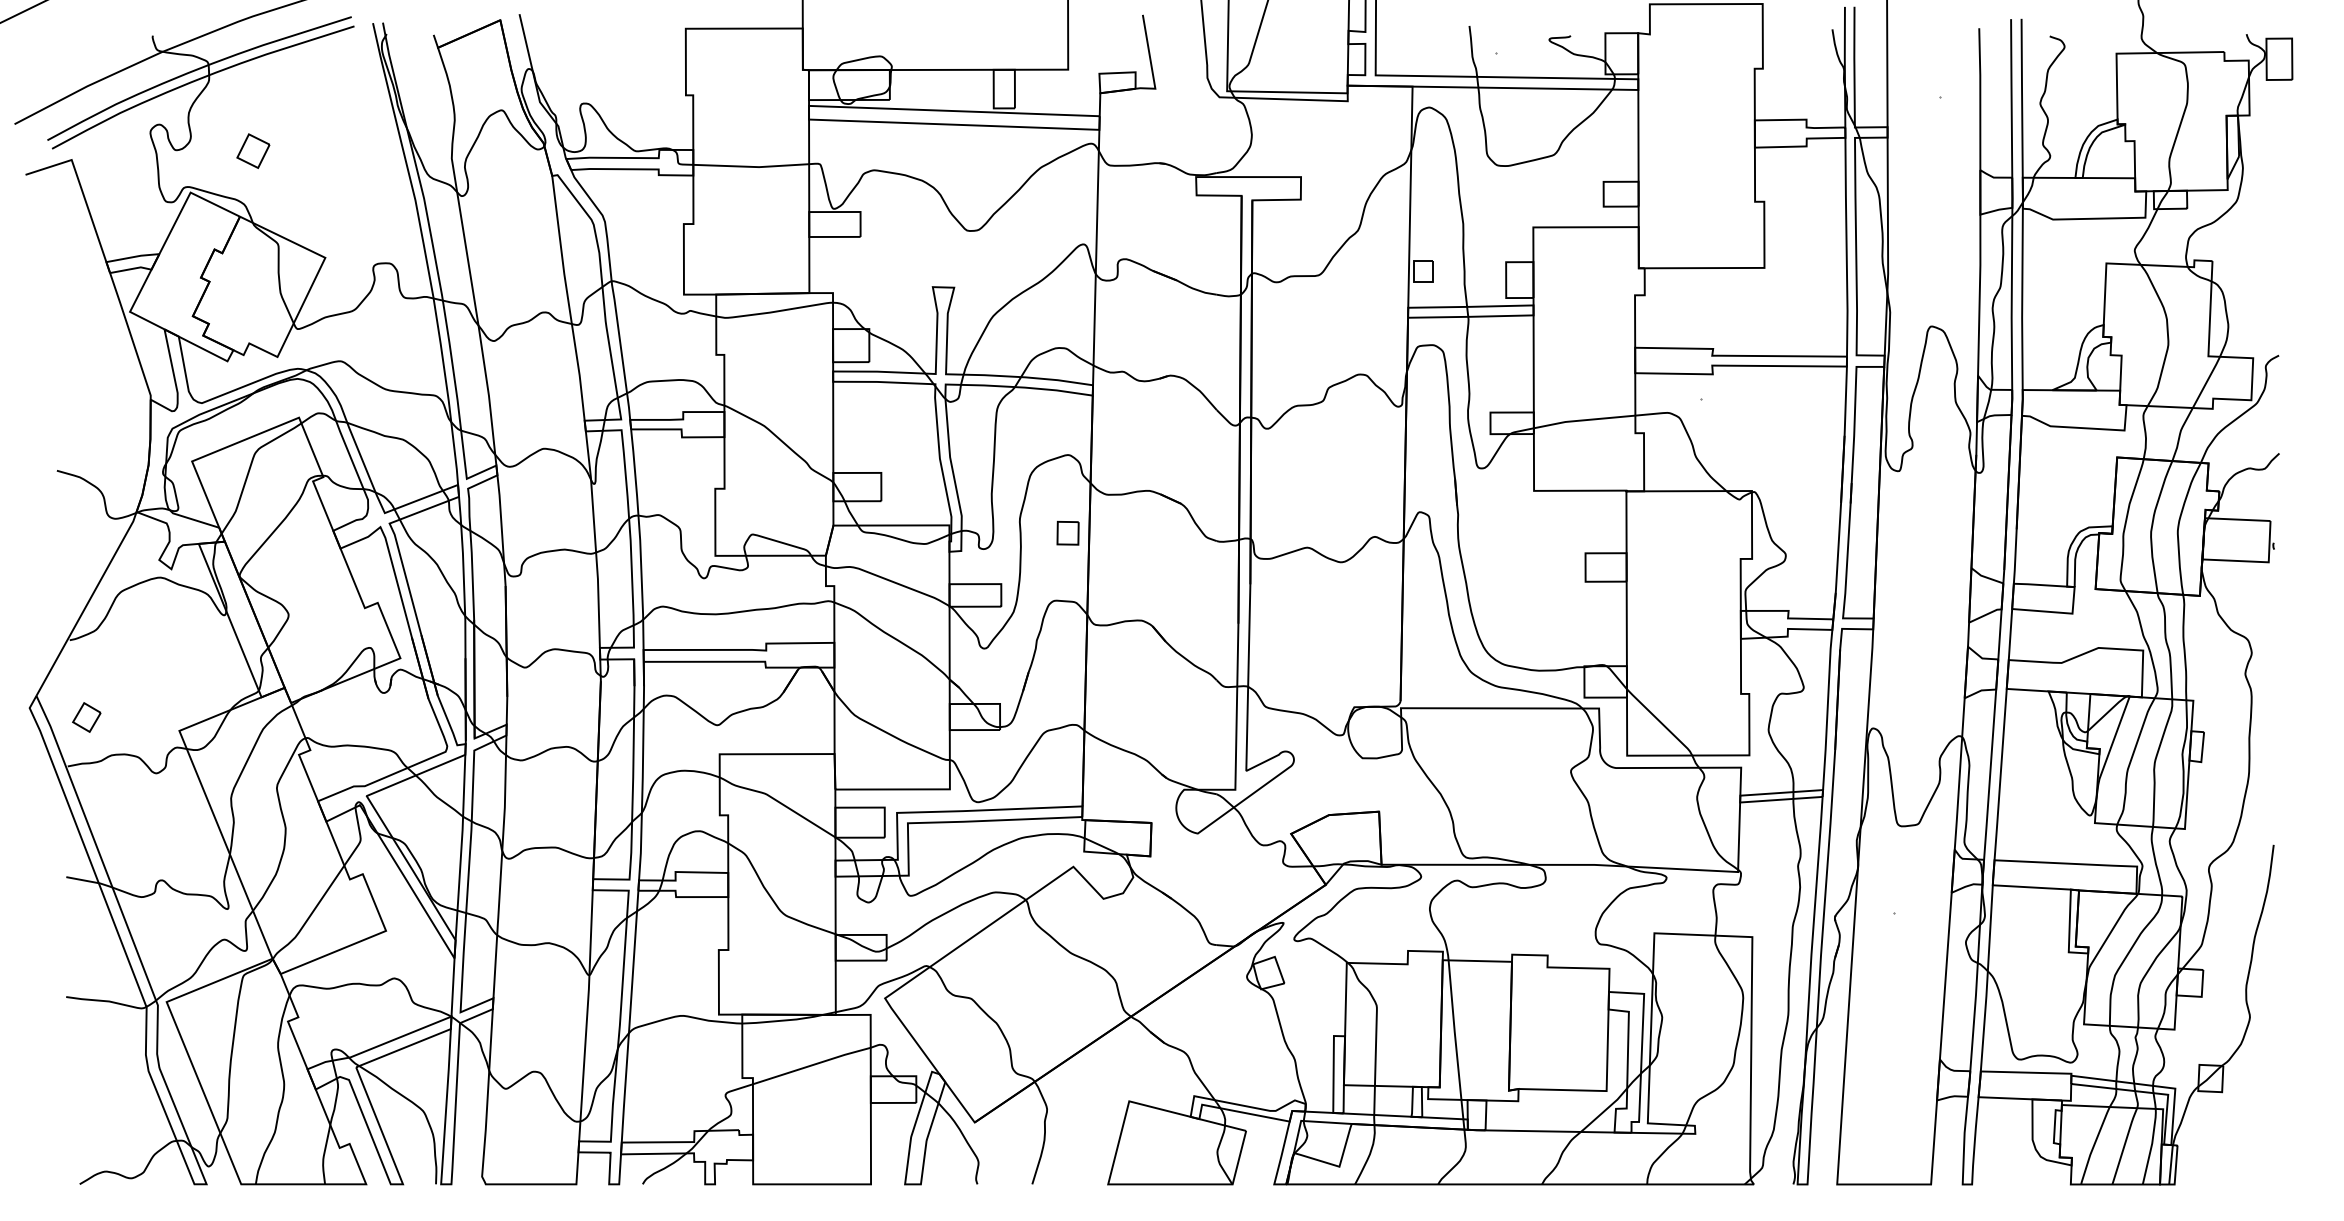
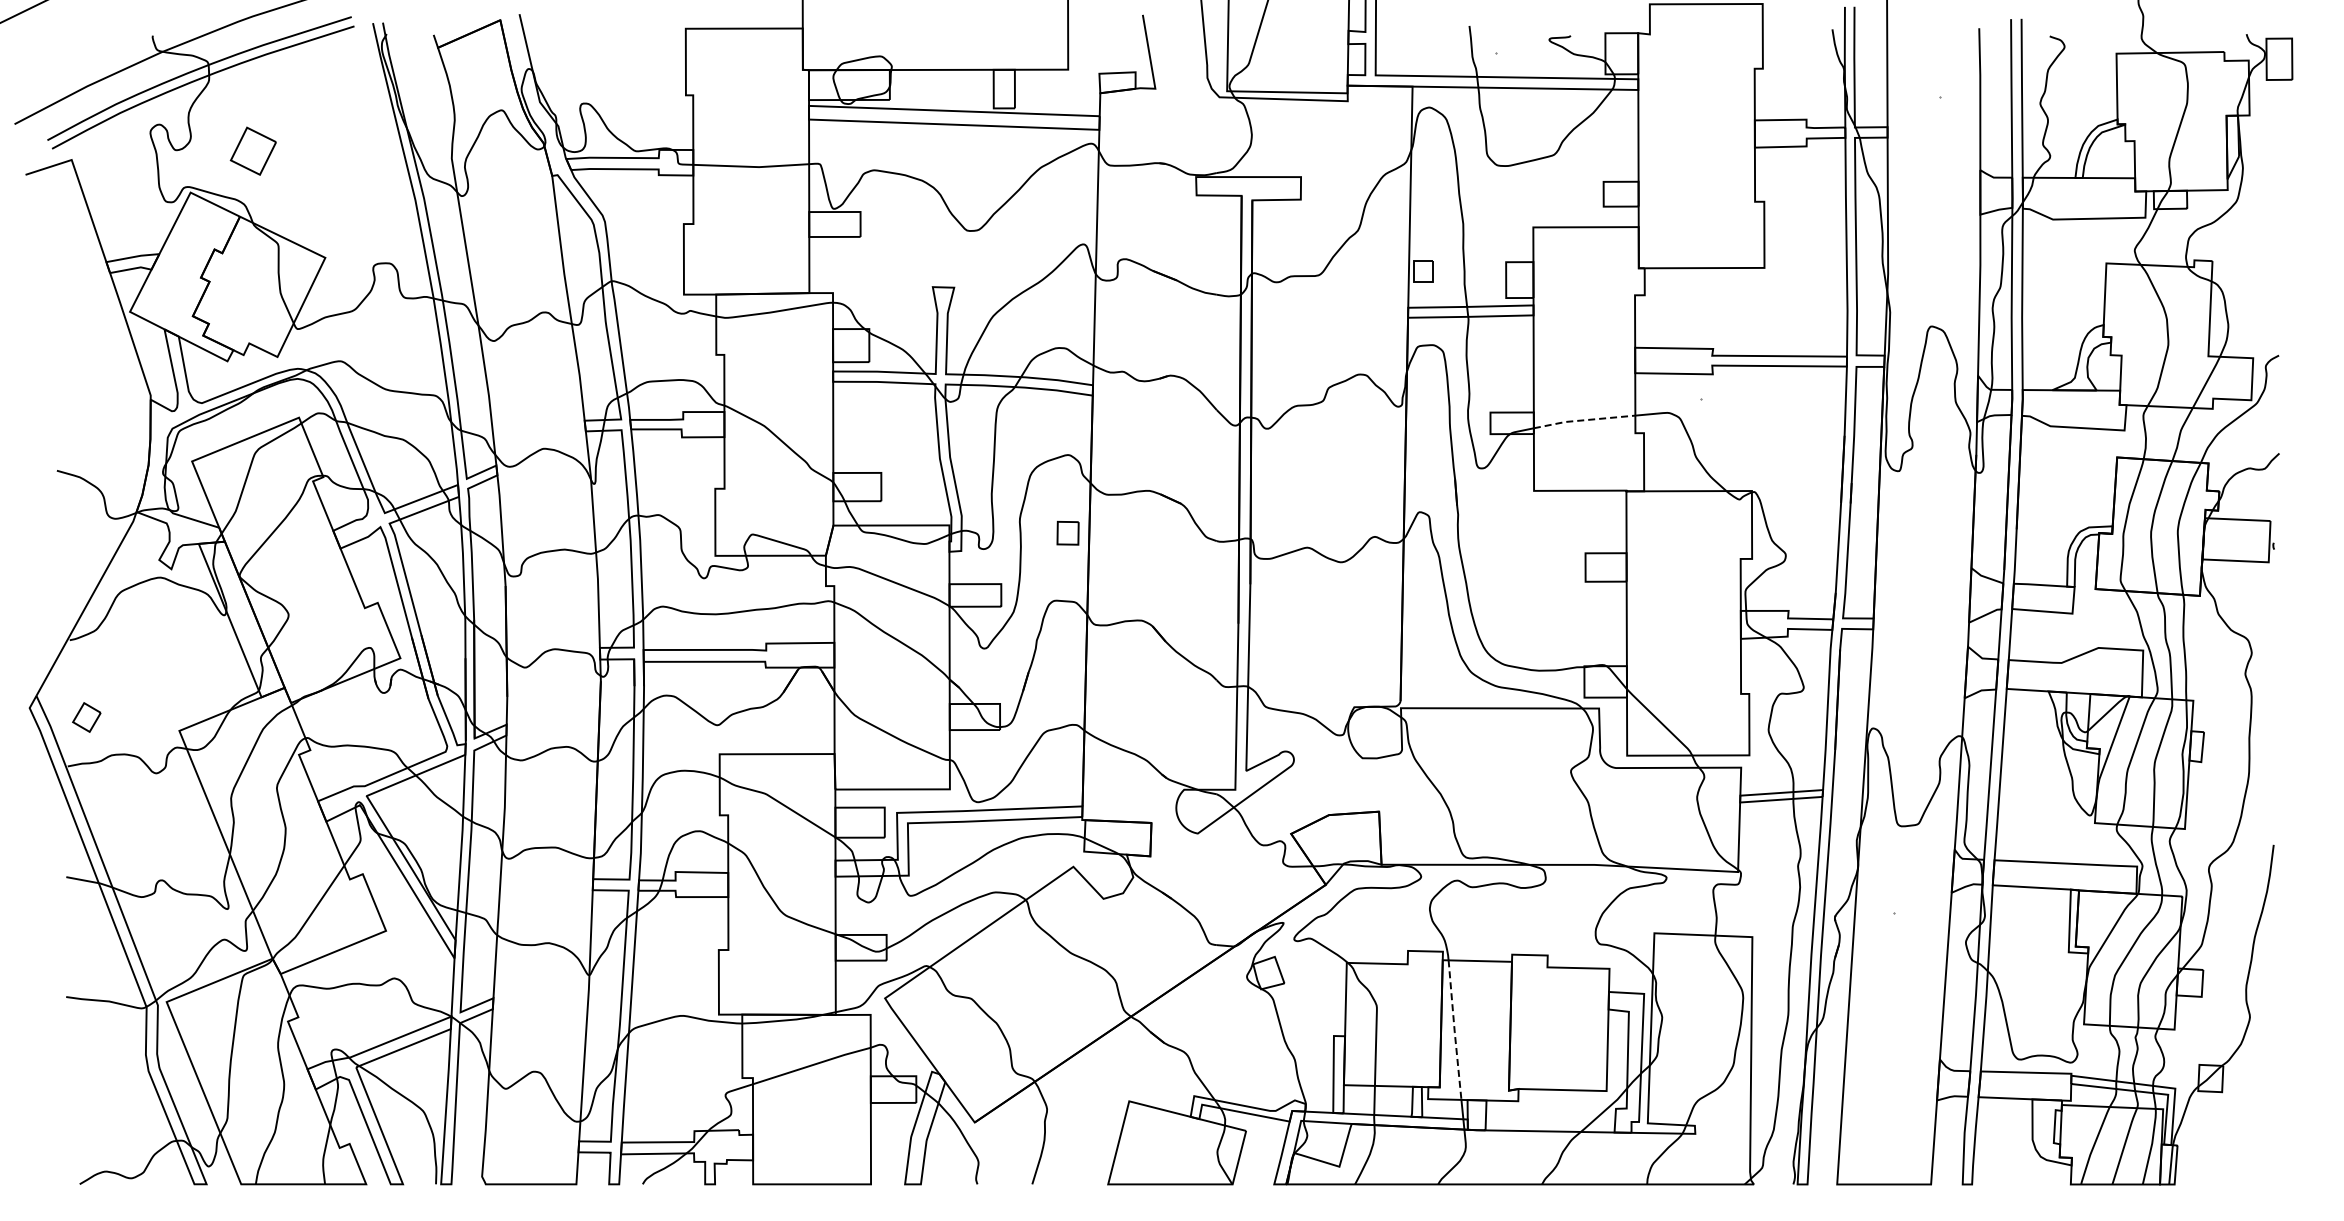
part at (253, 150) size: 35x36 px -> 48x50 px
line at (1584, 420): solid -> dashed
line at (1454, 1031): solid -> dashed
